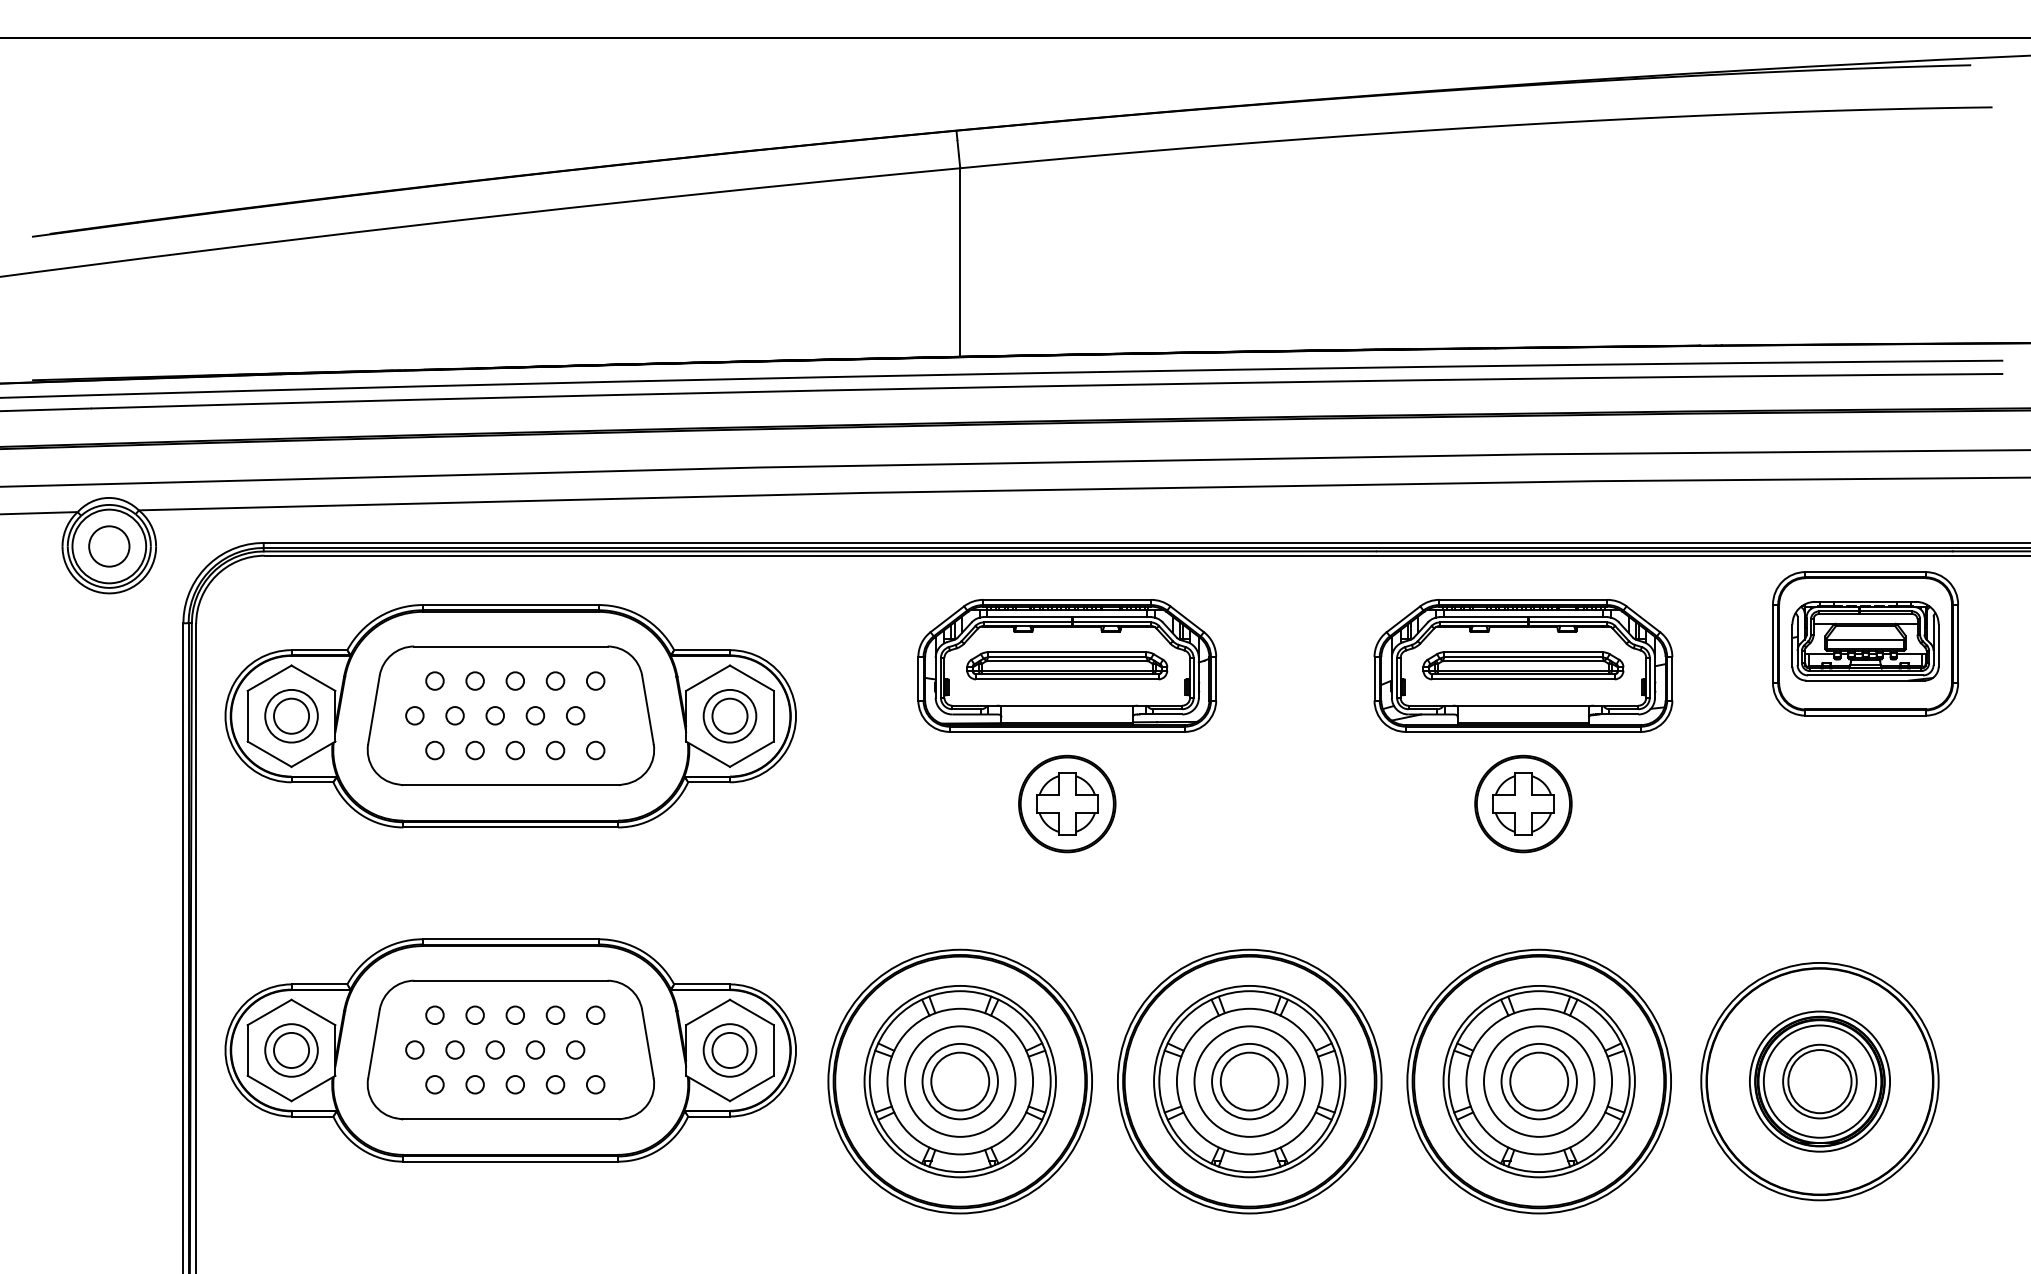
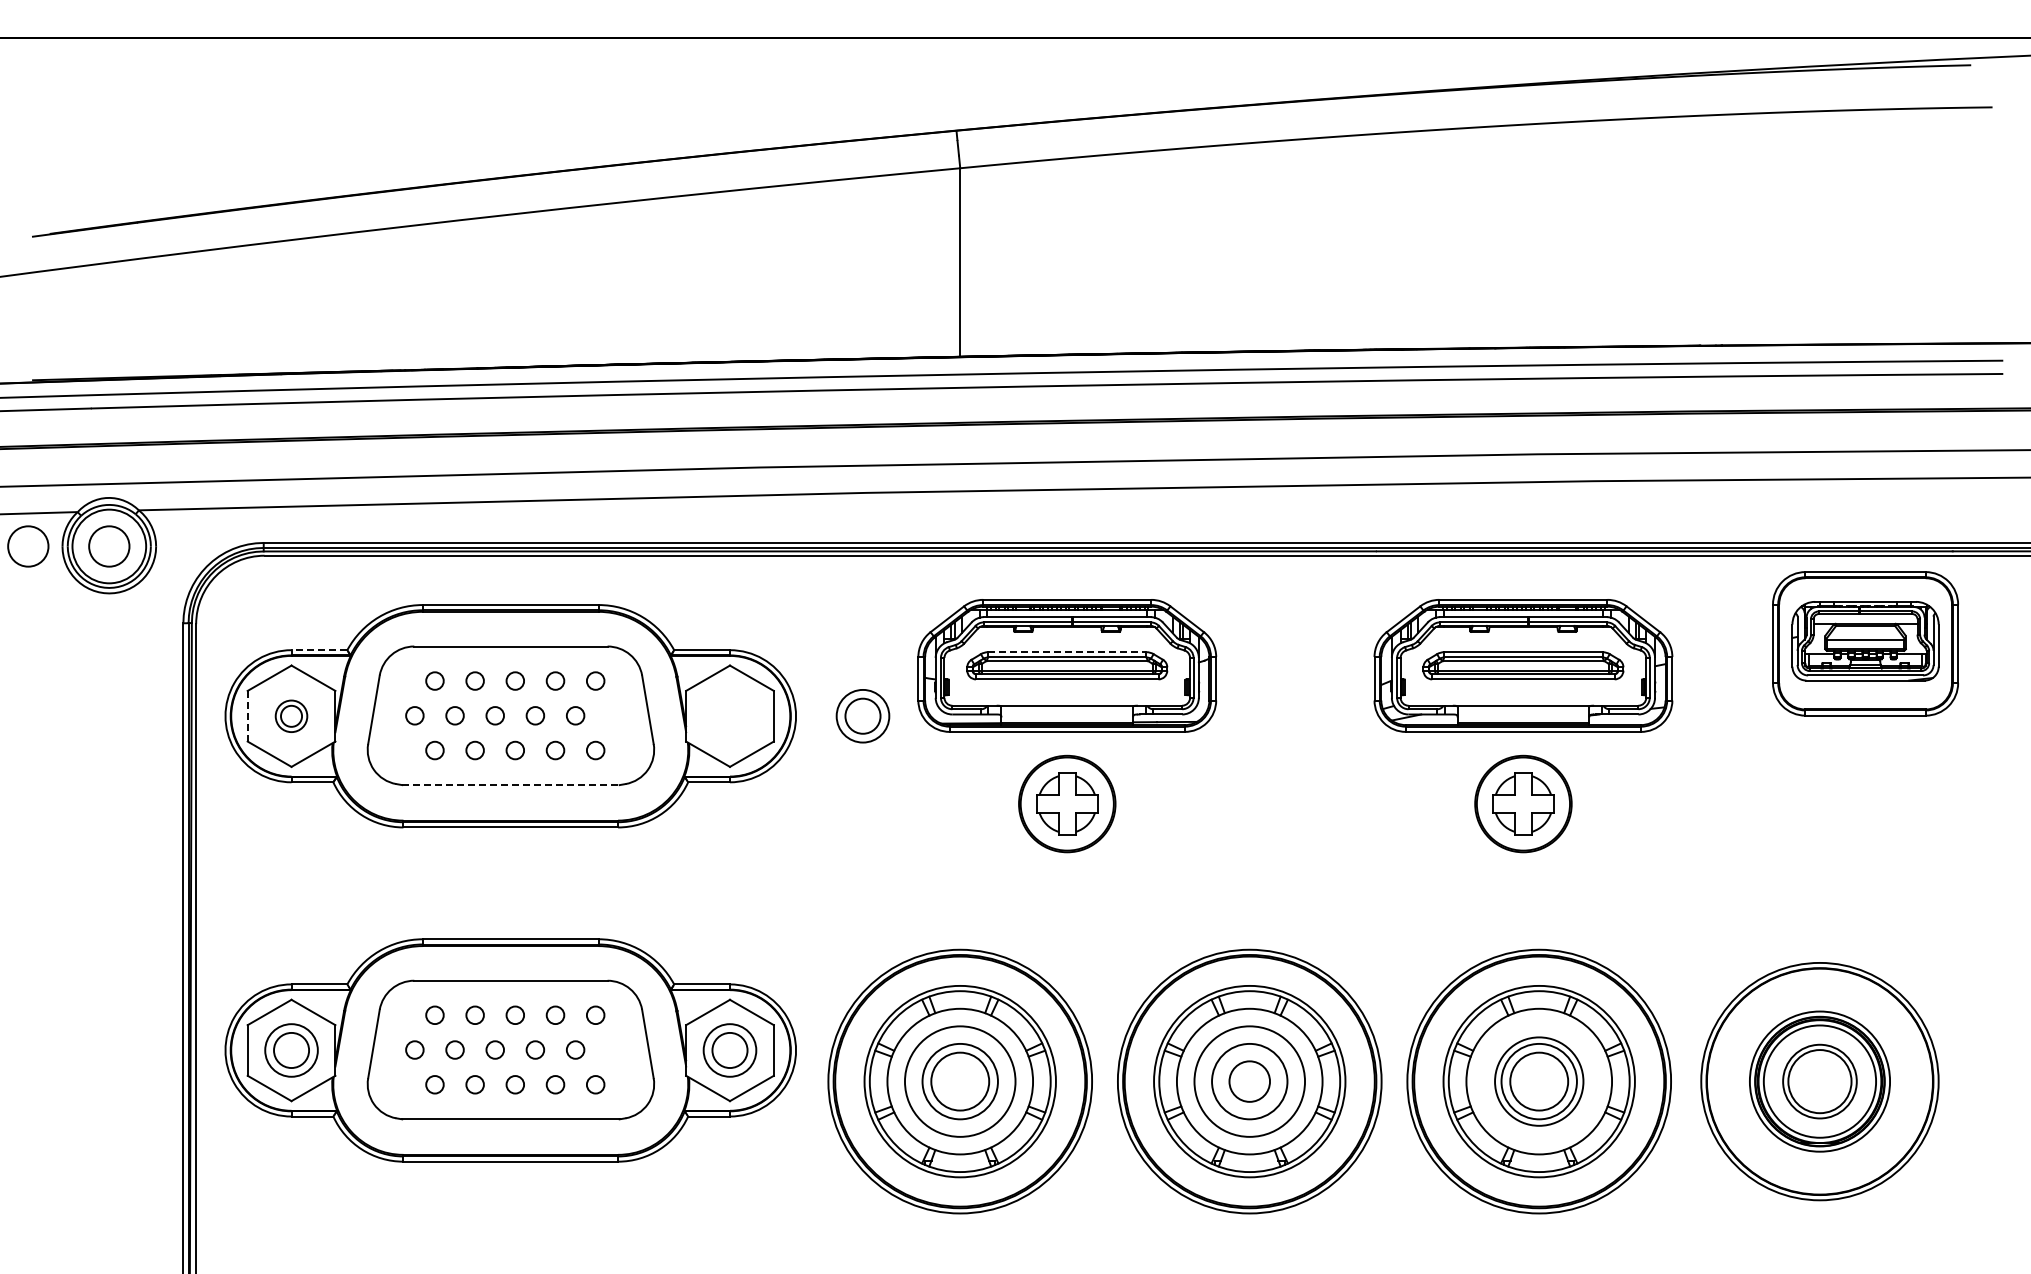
circle at (28, 546): none -> present
line at (319, 650): solid -> dashed
line at (1067, 652): solid -> dashed
line at (247, 716): solid -> dashed
part at (291, 716) size: 55x55 px -> 35x34 px
part at (729, 716) position: (729, 716) -> (862, 716)
line at (510, 785): solid -> dashed
circle at (1249, 1081) diameter: 58 px -> 41 px
circle at (1538, 1081) diameter: 111 px -> 88 px
